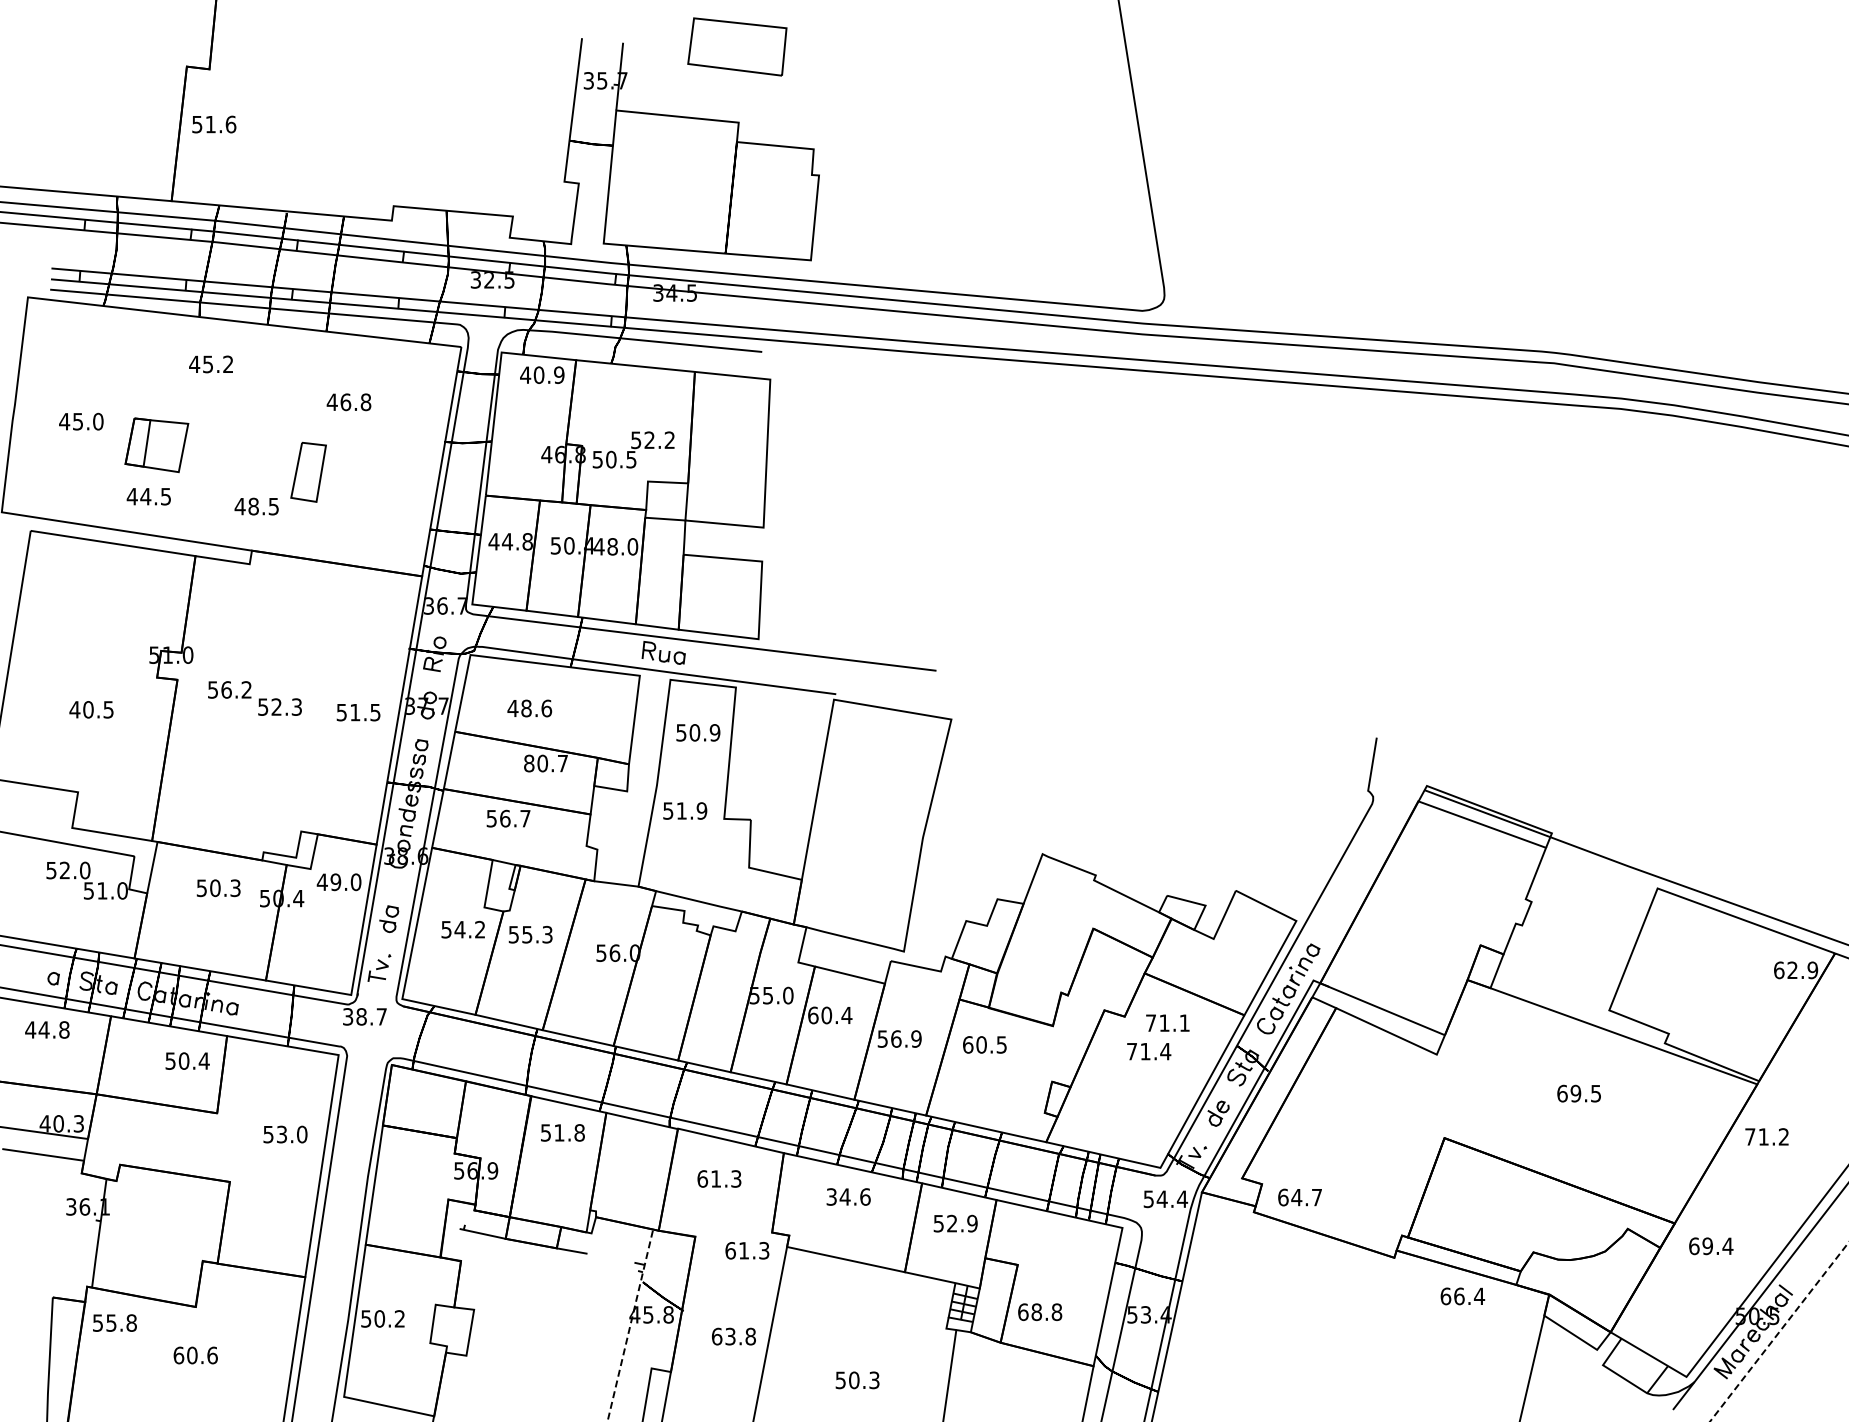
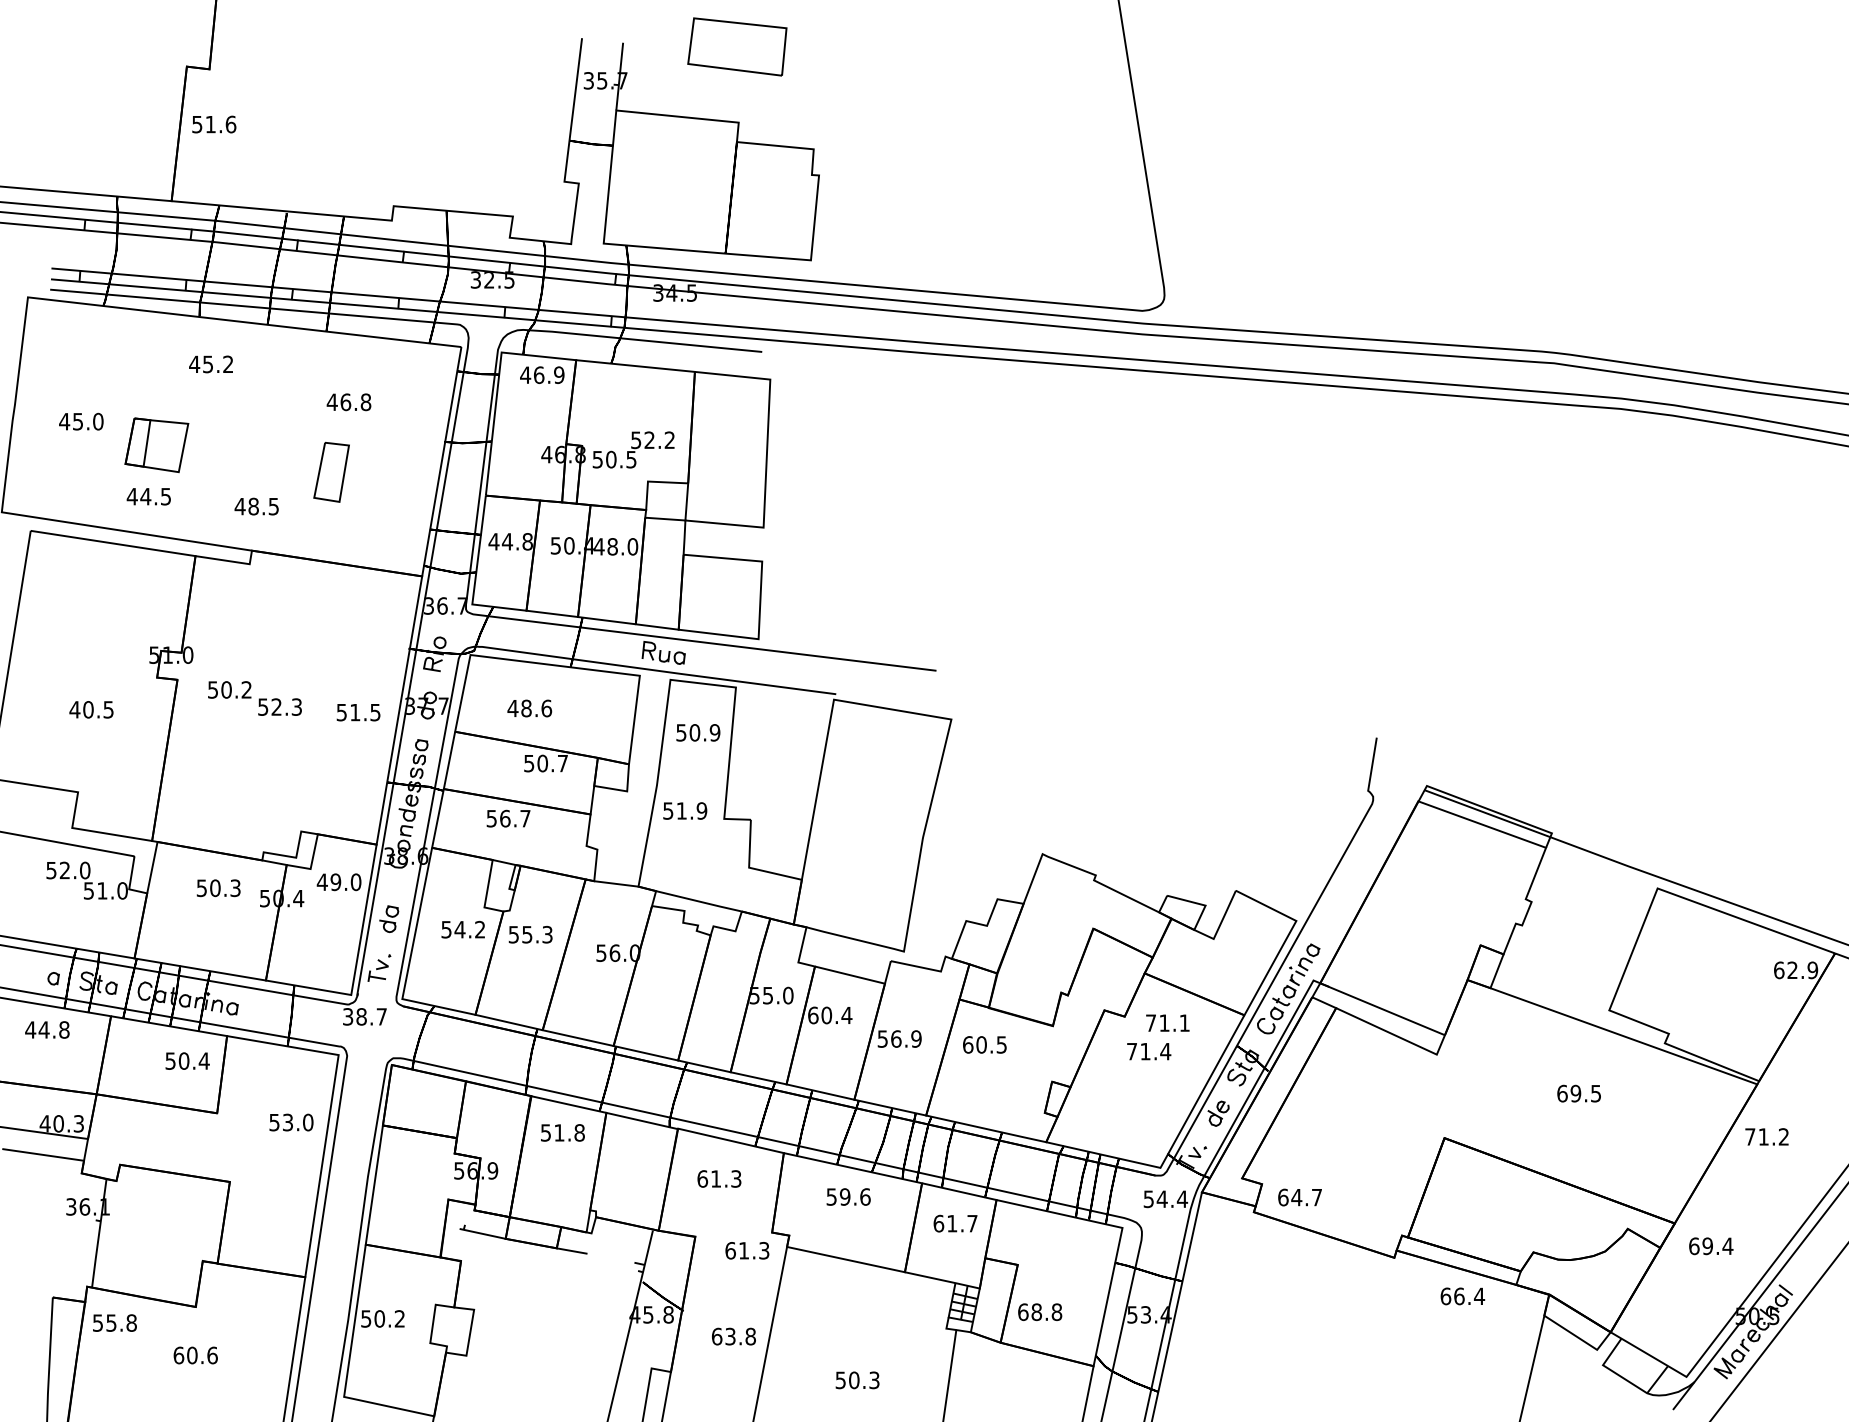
text at (538, 374): 40.9 -> 46.9
part at (308, 471) position: (308, 471) -> (331, 471)
text at (226, 689): 56.2 -> 50.2
text at (529, 763): 80.7 -> 50.7
text at (285, 1134) position: (285, 1134) -> (291, 1122)
text at (838, 1196): 34.6 -> 59.6
text at (955, 1223): 52.9 -> 61.7
line at (630, 1326): dashed -> solid
line at (1779, 1331): dashed -> solid
